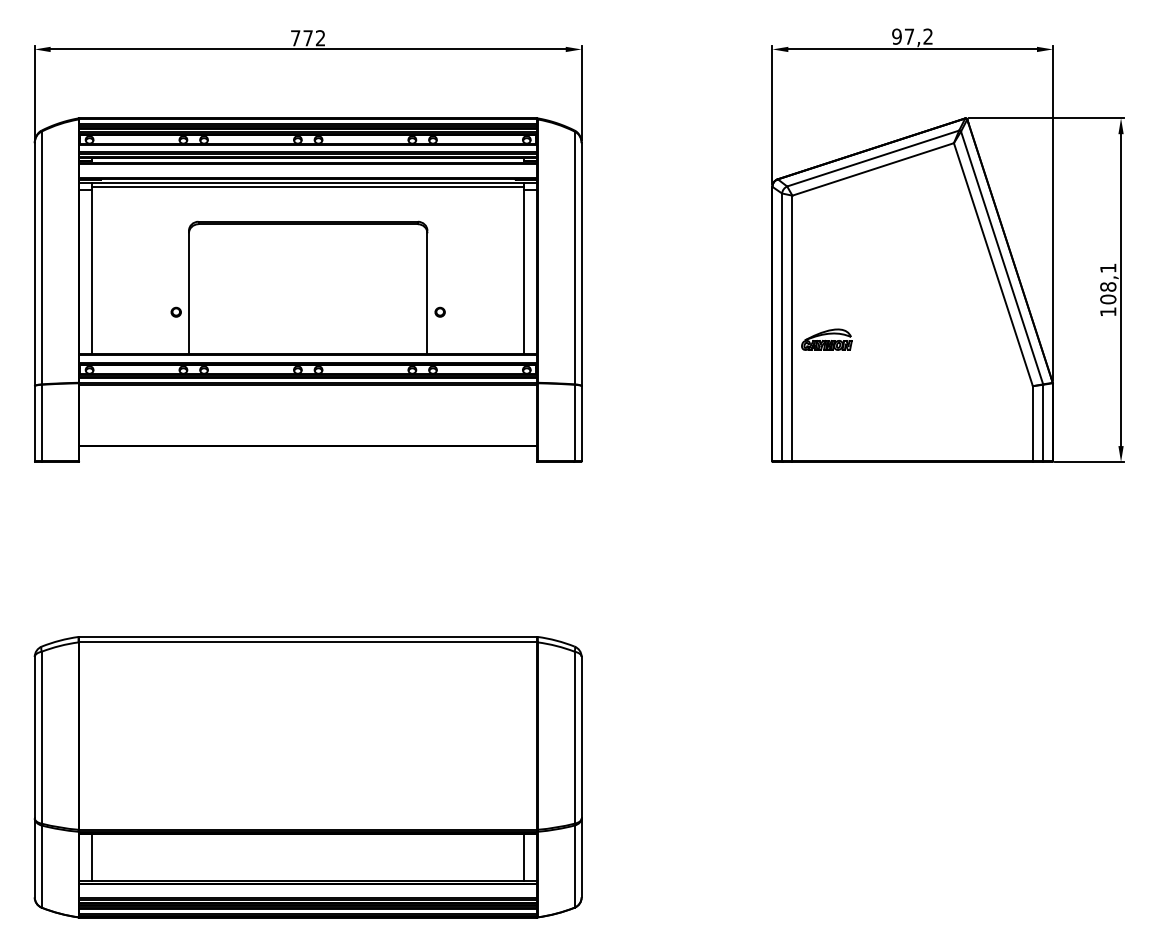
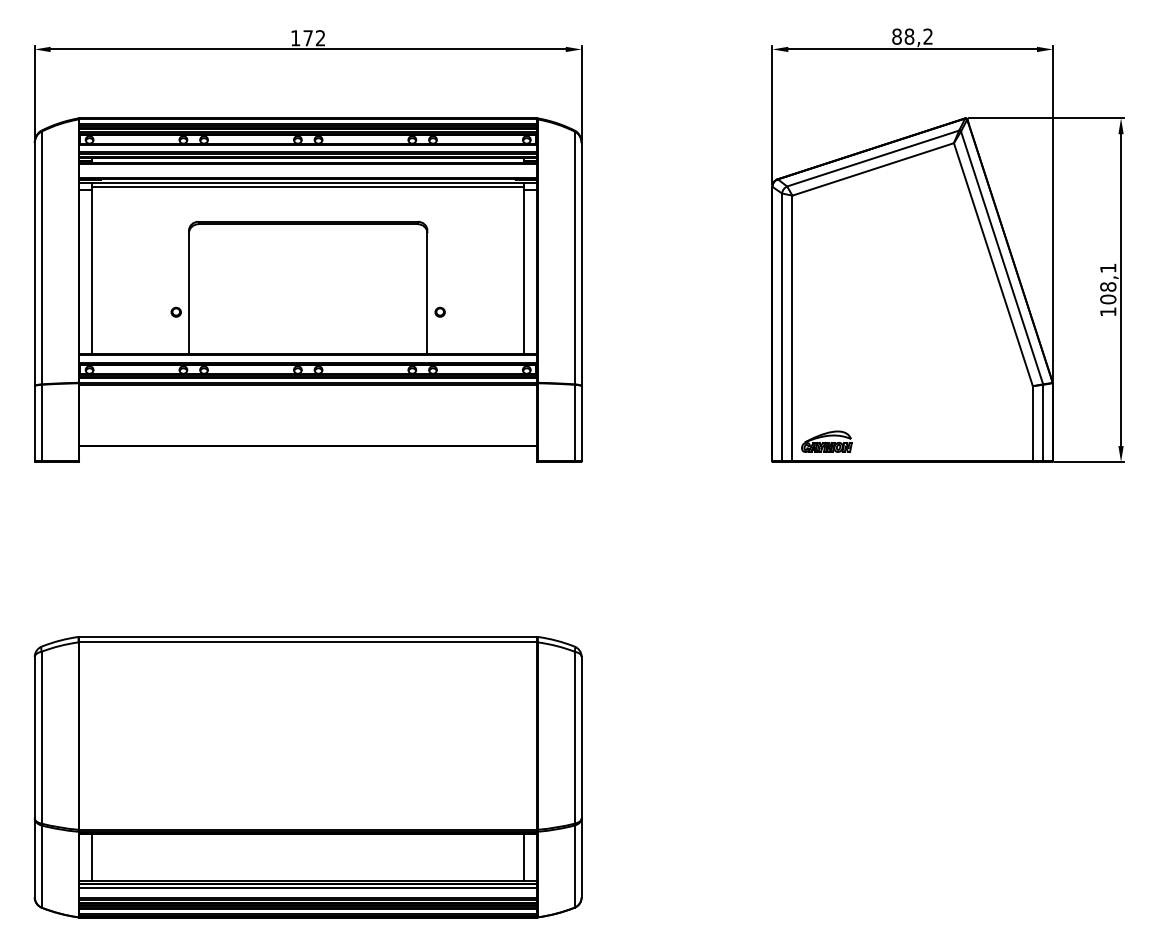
text at (903, 36): 97,2 -> 88,2
text at (295, 38): 772 -> 172
part at (826, 339) position: (826, 339) -> (826, 441)
line at (308, 888): none -> present
